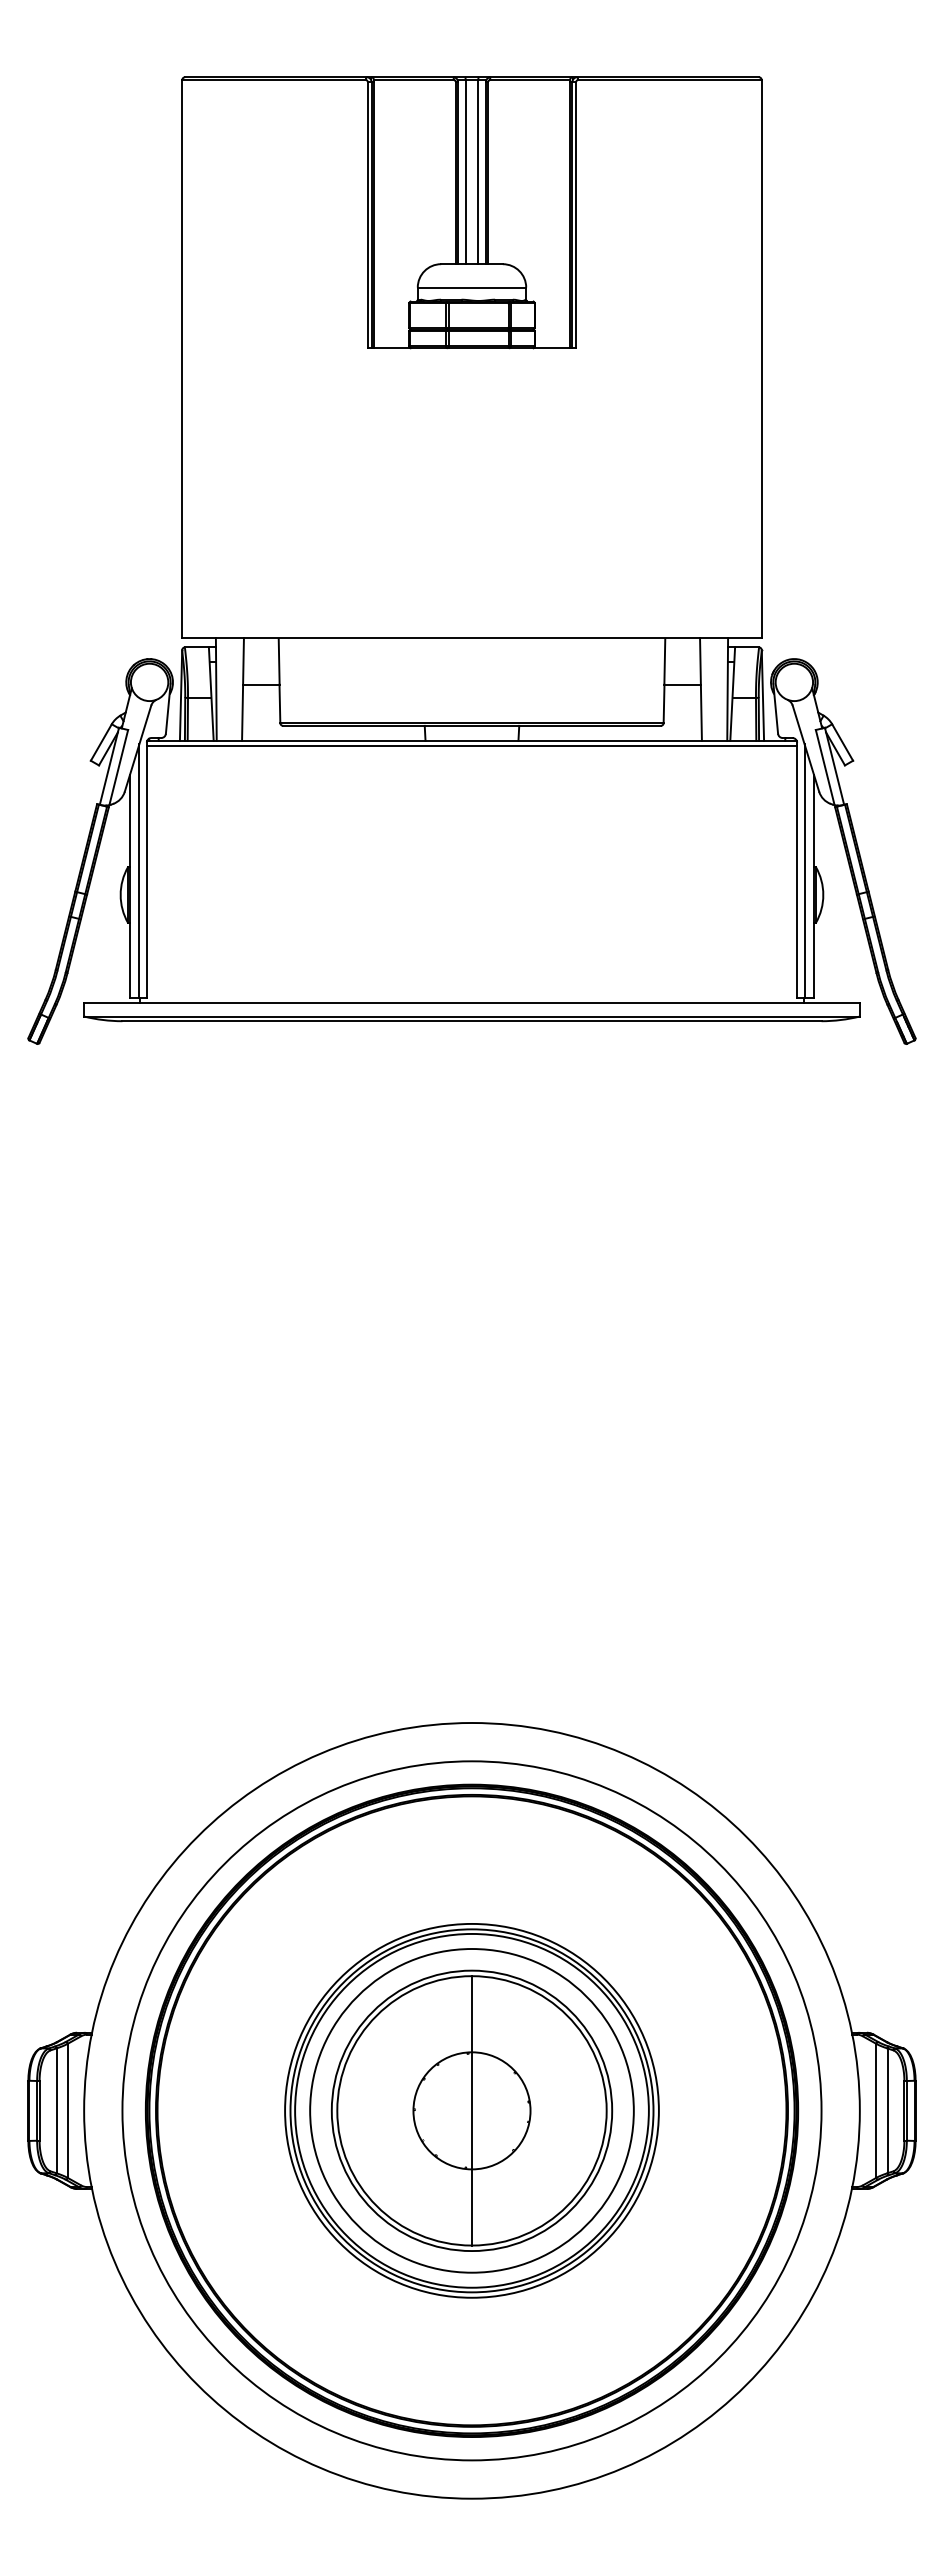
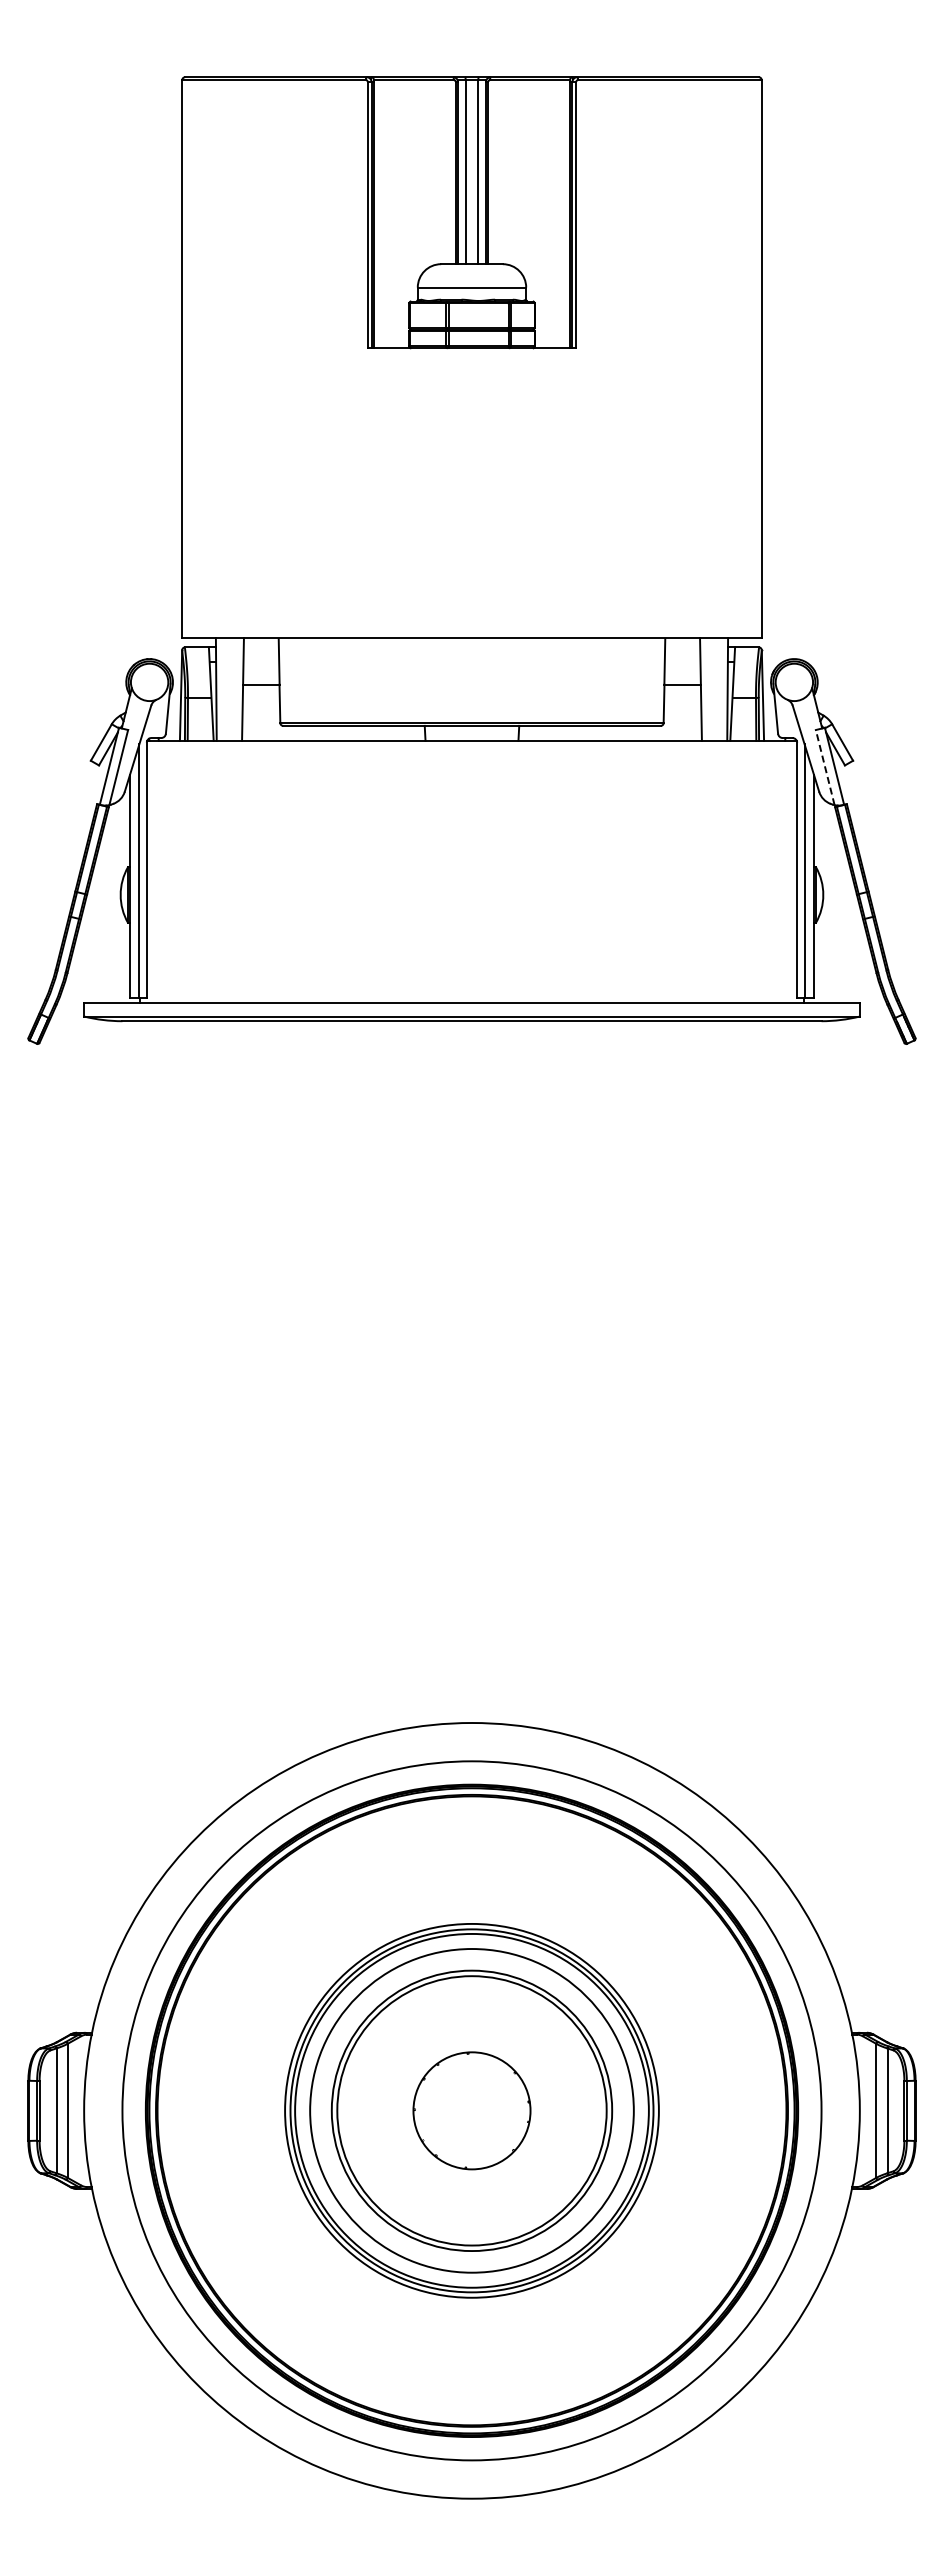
line at (471, 745): present -> none
line at (825, 767): solid -> dashed
line at (472, 2110): present -> none
